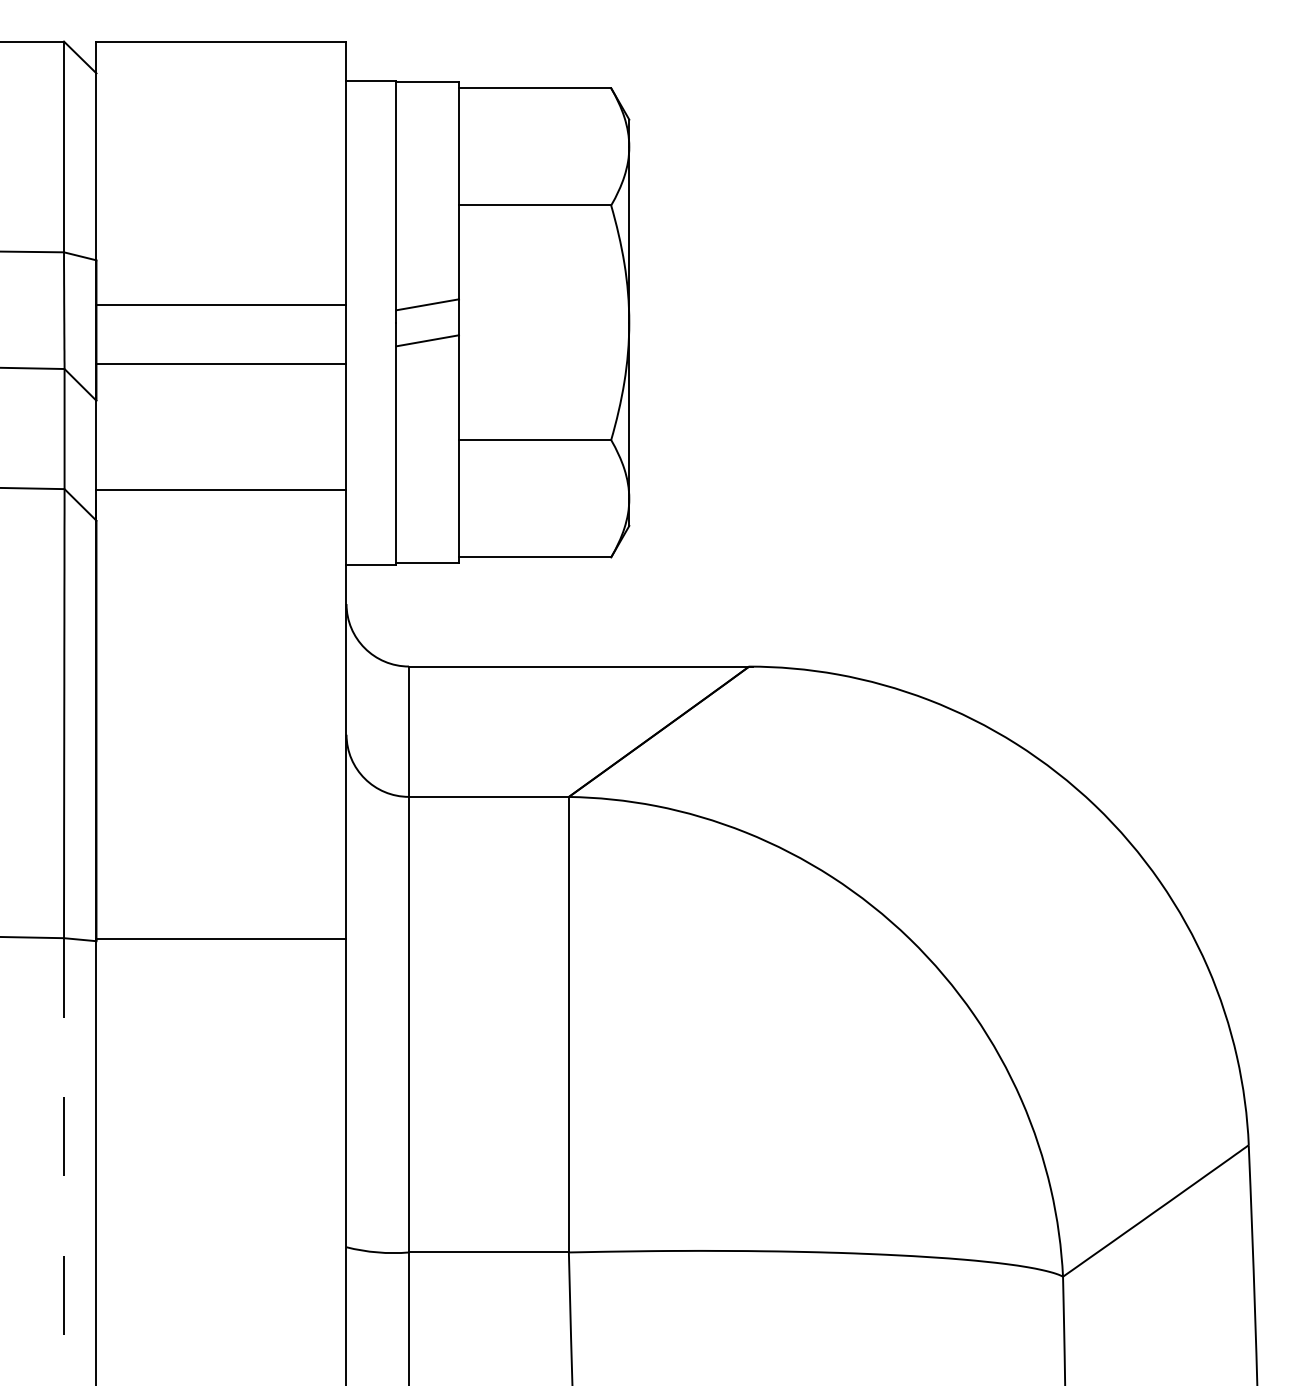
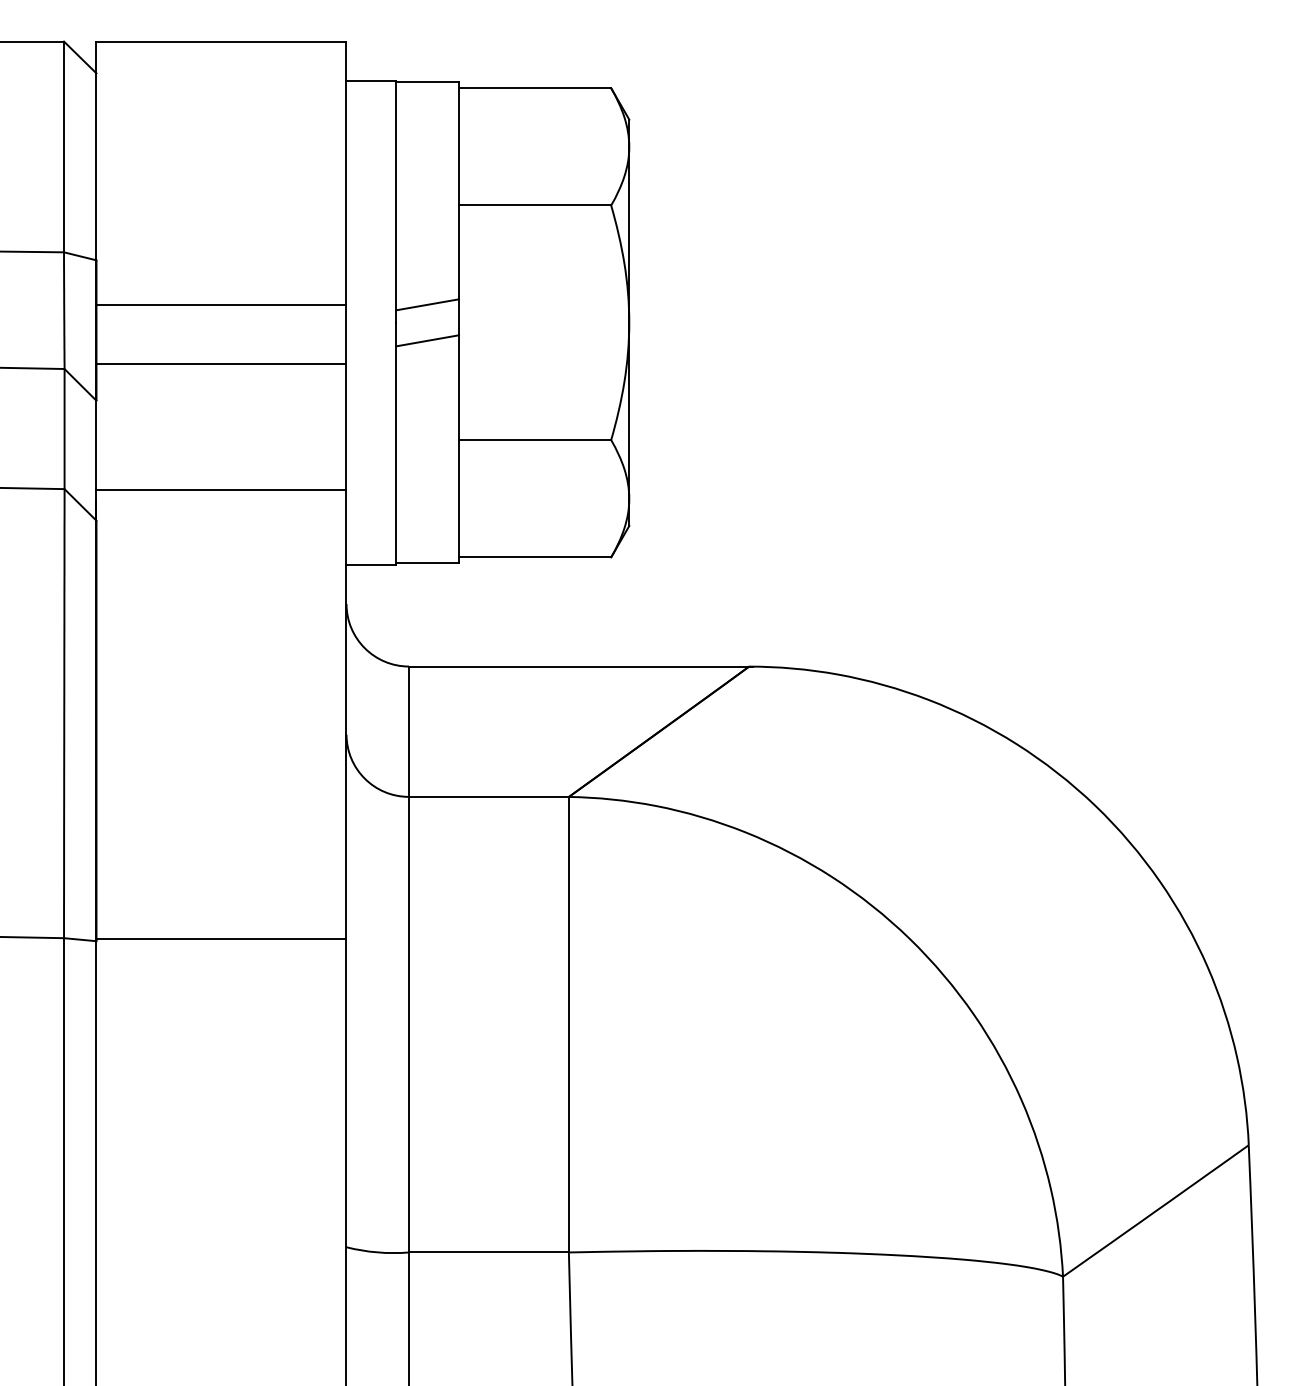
line at (64, 1162): dashed -> solid
